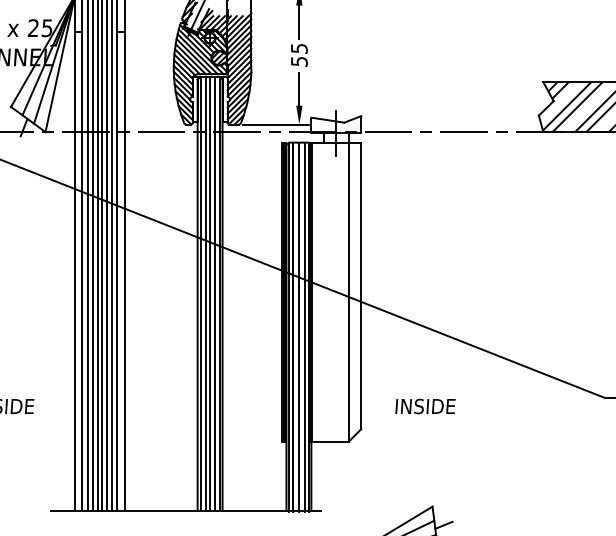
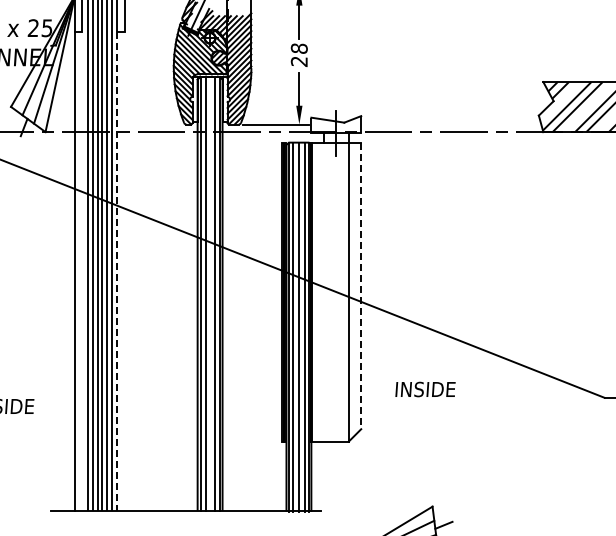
text at (298, 54): 55 -> 28
line at (82, 271): present -> none
line at (117, 271): solid -> dashed
line at (124, 271): present -> none
line at (361, 286): solid -> dashed
line at (210, 293): present -> none
text at (425, 406) position: (425, 406) -> (425, 389)
